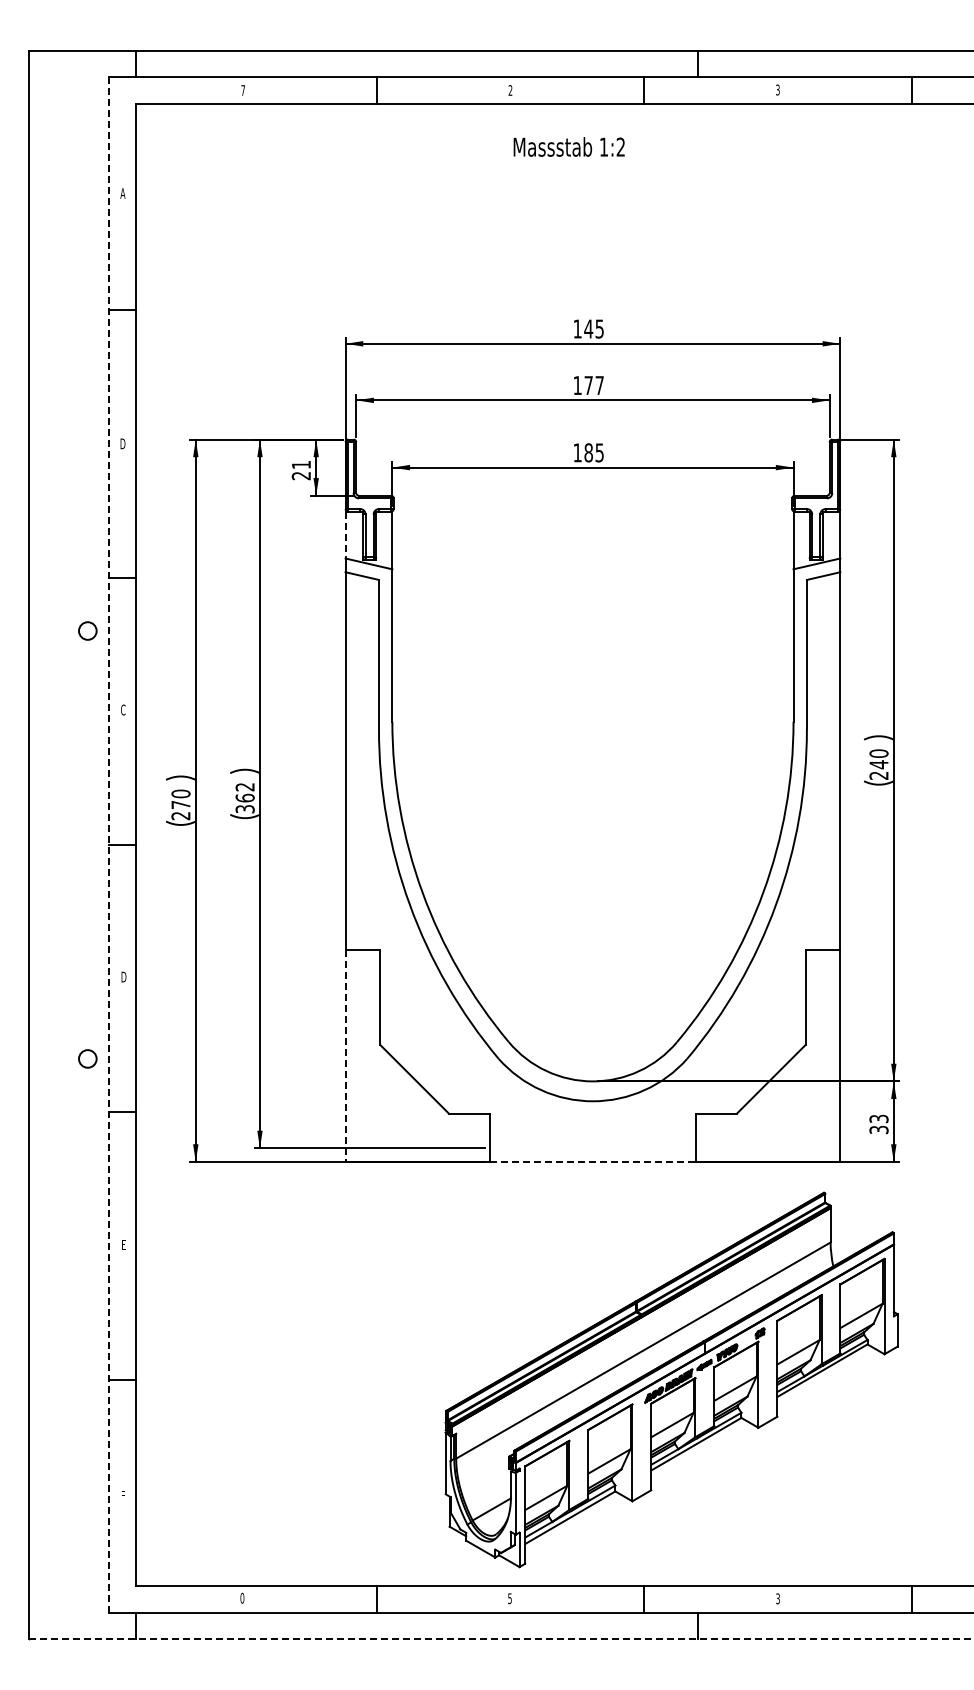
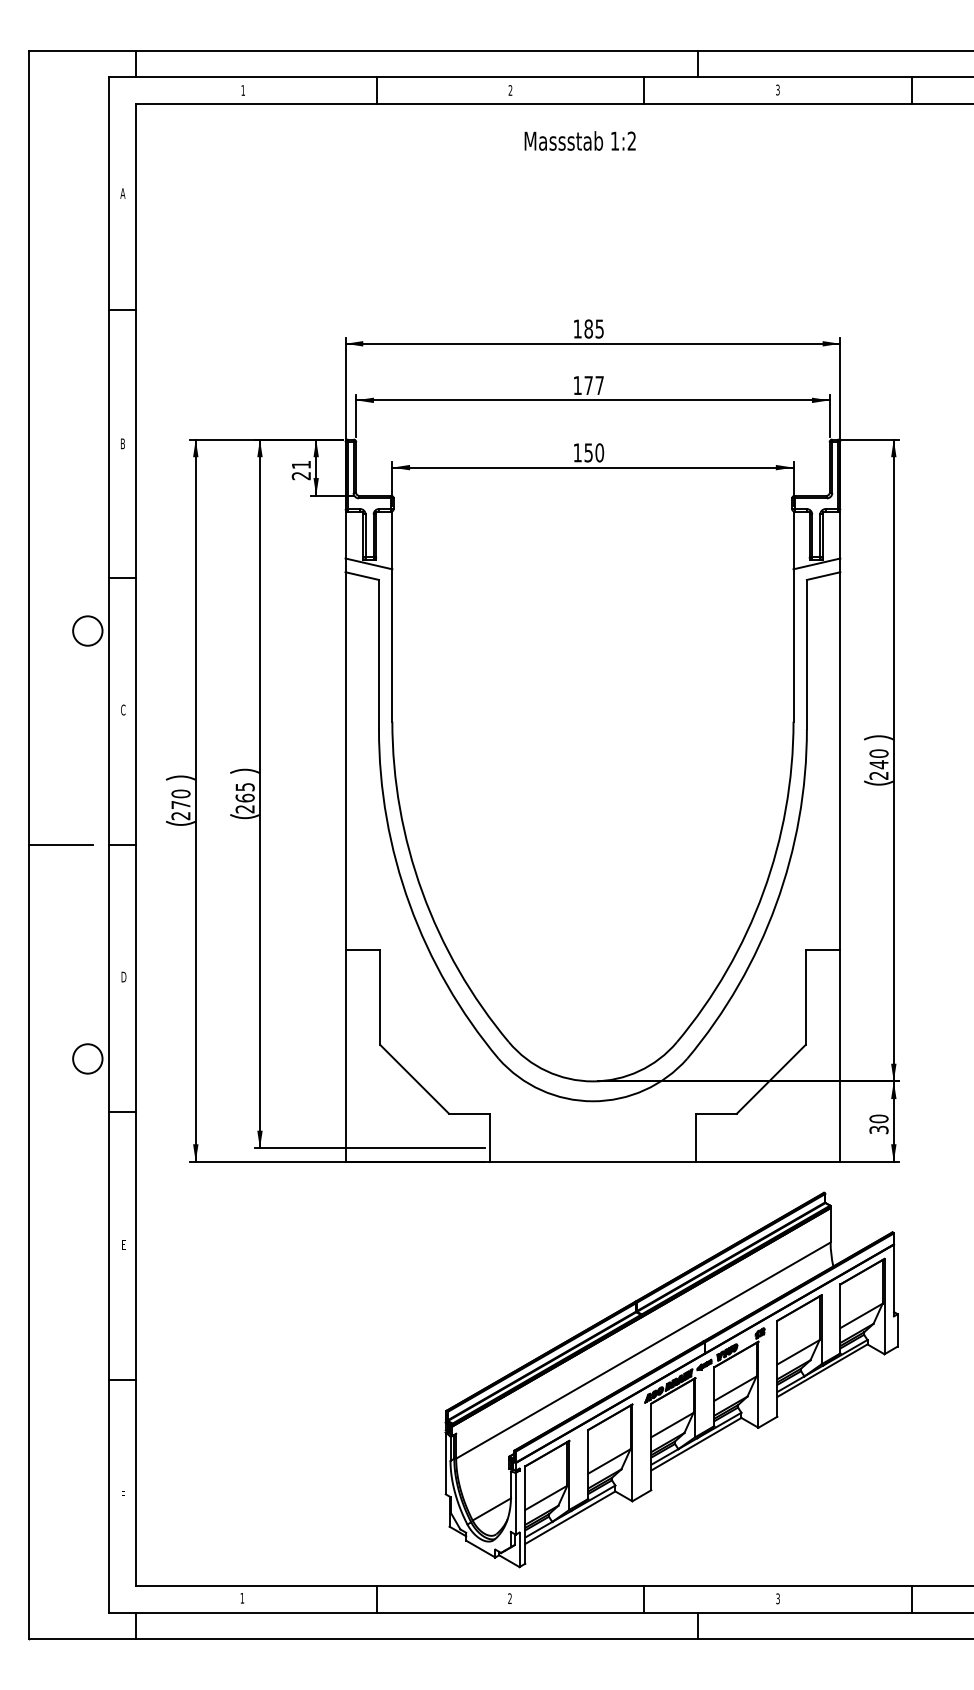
text at (242, 90): 7 -> 1
text at (568, 146) position: (568, 146) -> (579, 140)
text at (588, 328): 145 -> 185
text at (122, 443): D -> B
text at (594, 452): 185 -> 150
line at (345, 535): dashed -> solid
circle at (87, 630) diameter: 18 px -> 29 px
text at (244, 798): 362 -> 265
line at (61, 845): none -> present
line at (109, 845): dashed -> solid
line at (345, 1056): dashed -> solid
circle at (87, 1058) diameter: 18 px -> 29 px
text at (878, 1118): 33 -> 30
line at (592, 1161): dashed -> solid
text at (242, 1597): 0 -> 1
text at (509, 1598): 5 -> 2
line at (501, 1639): dashed -> solid
